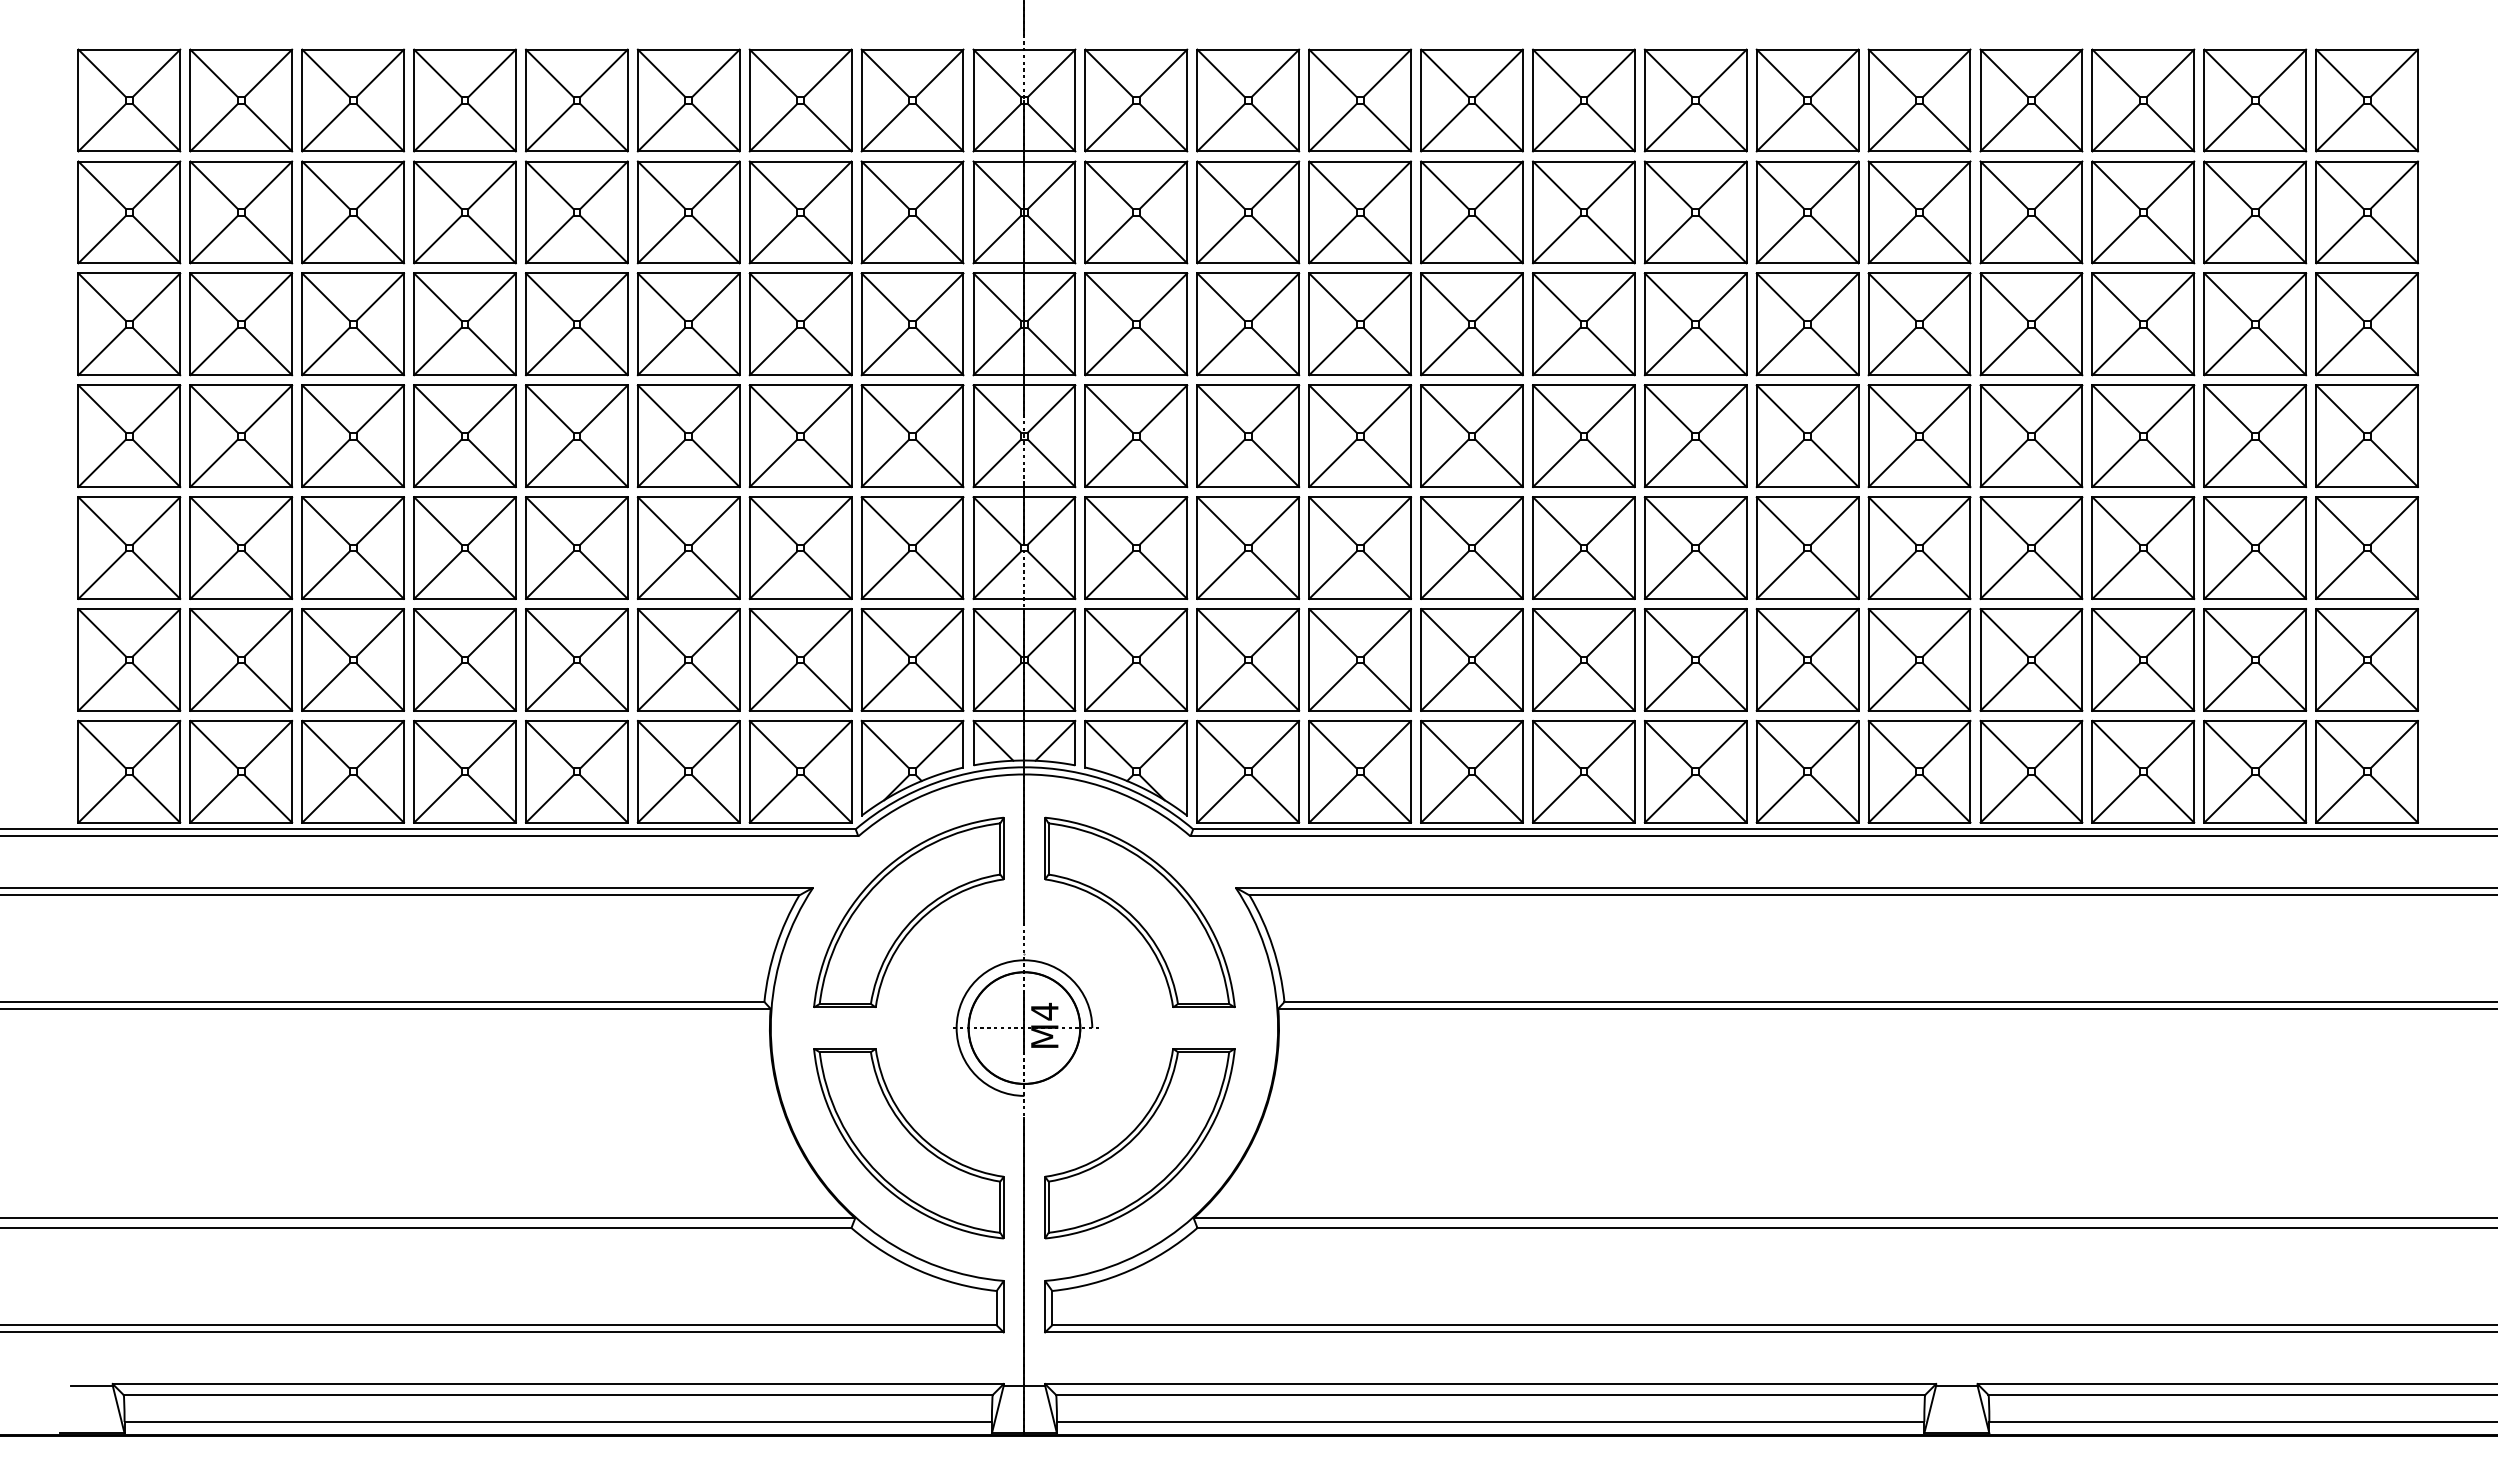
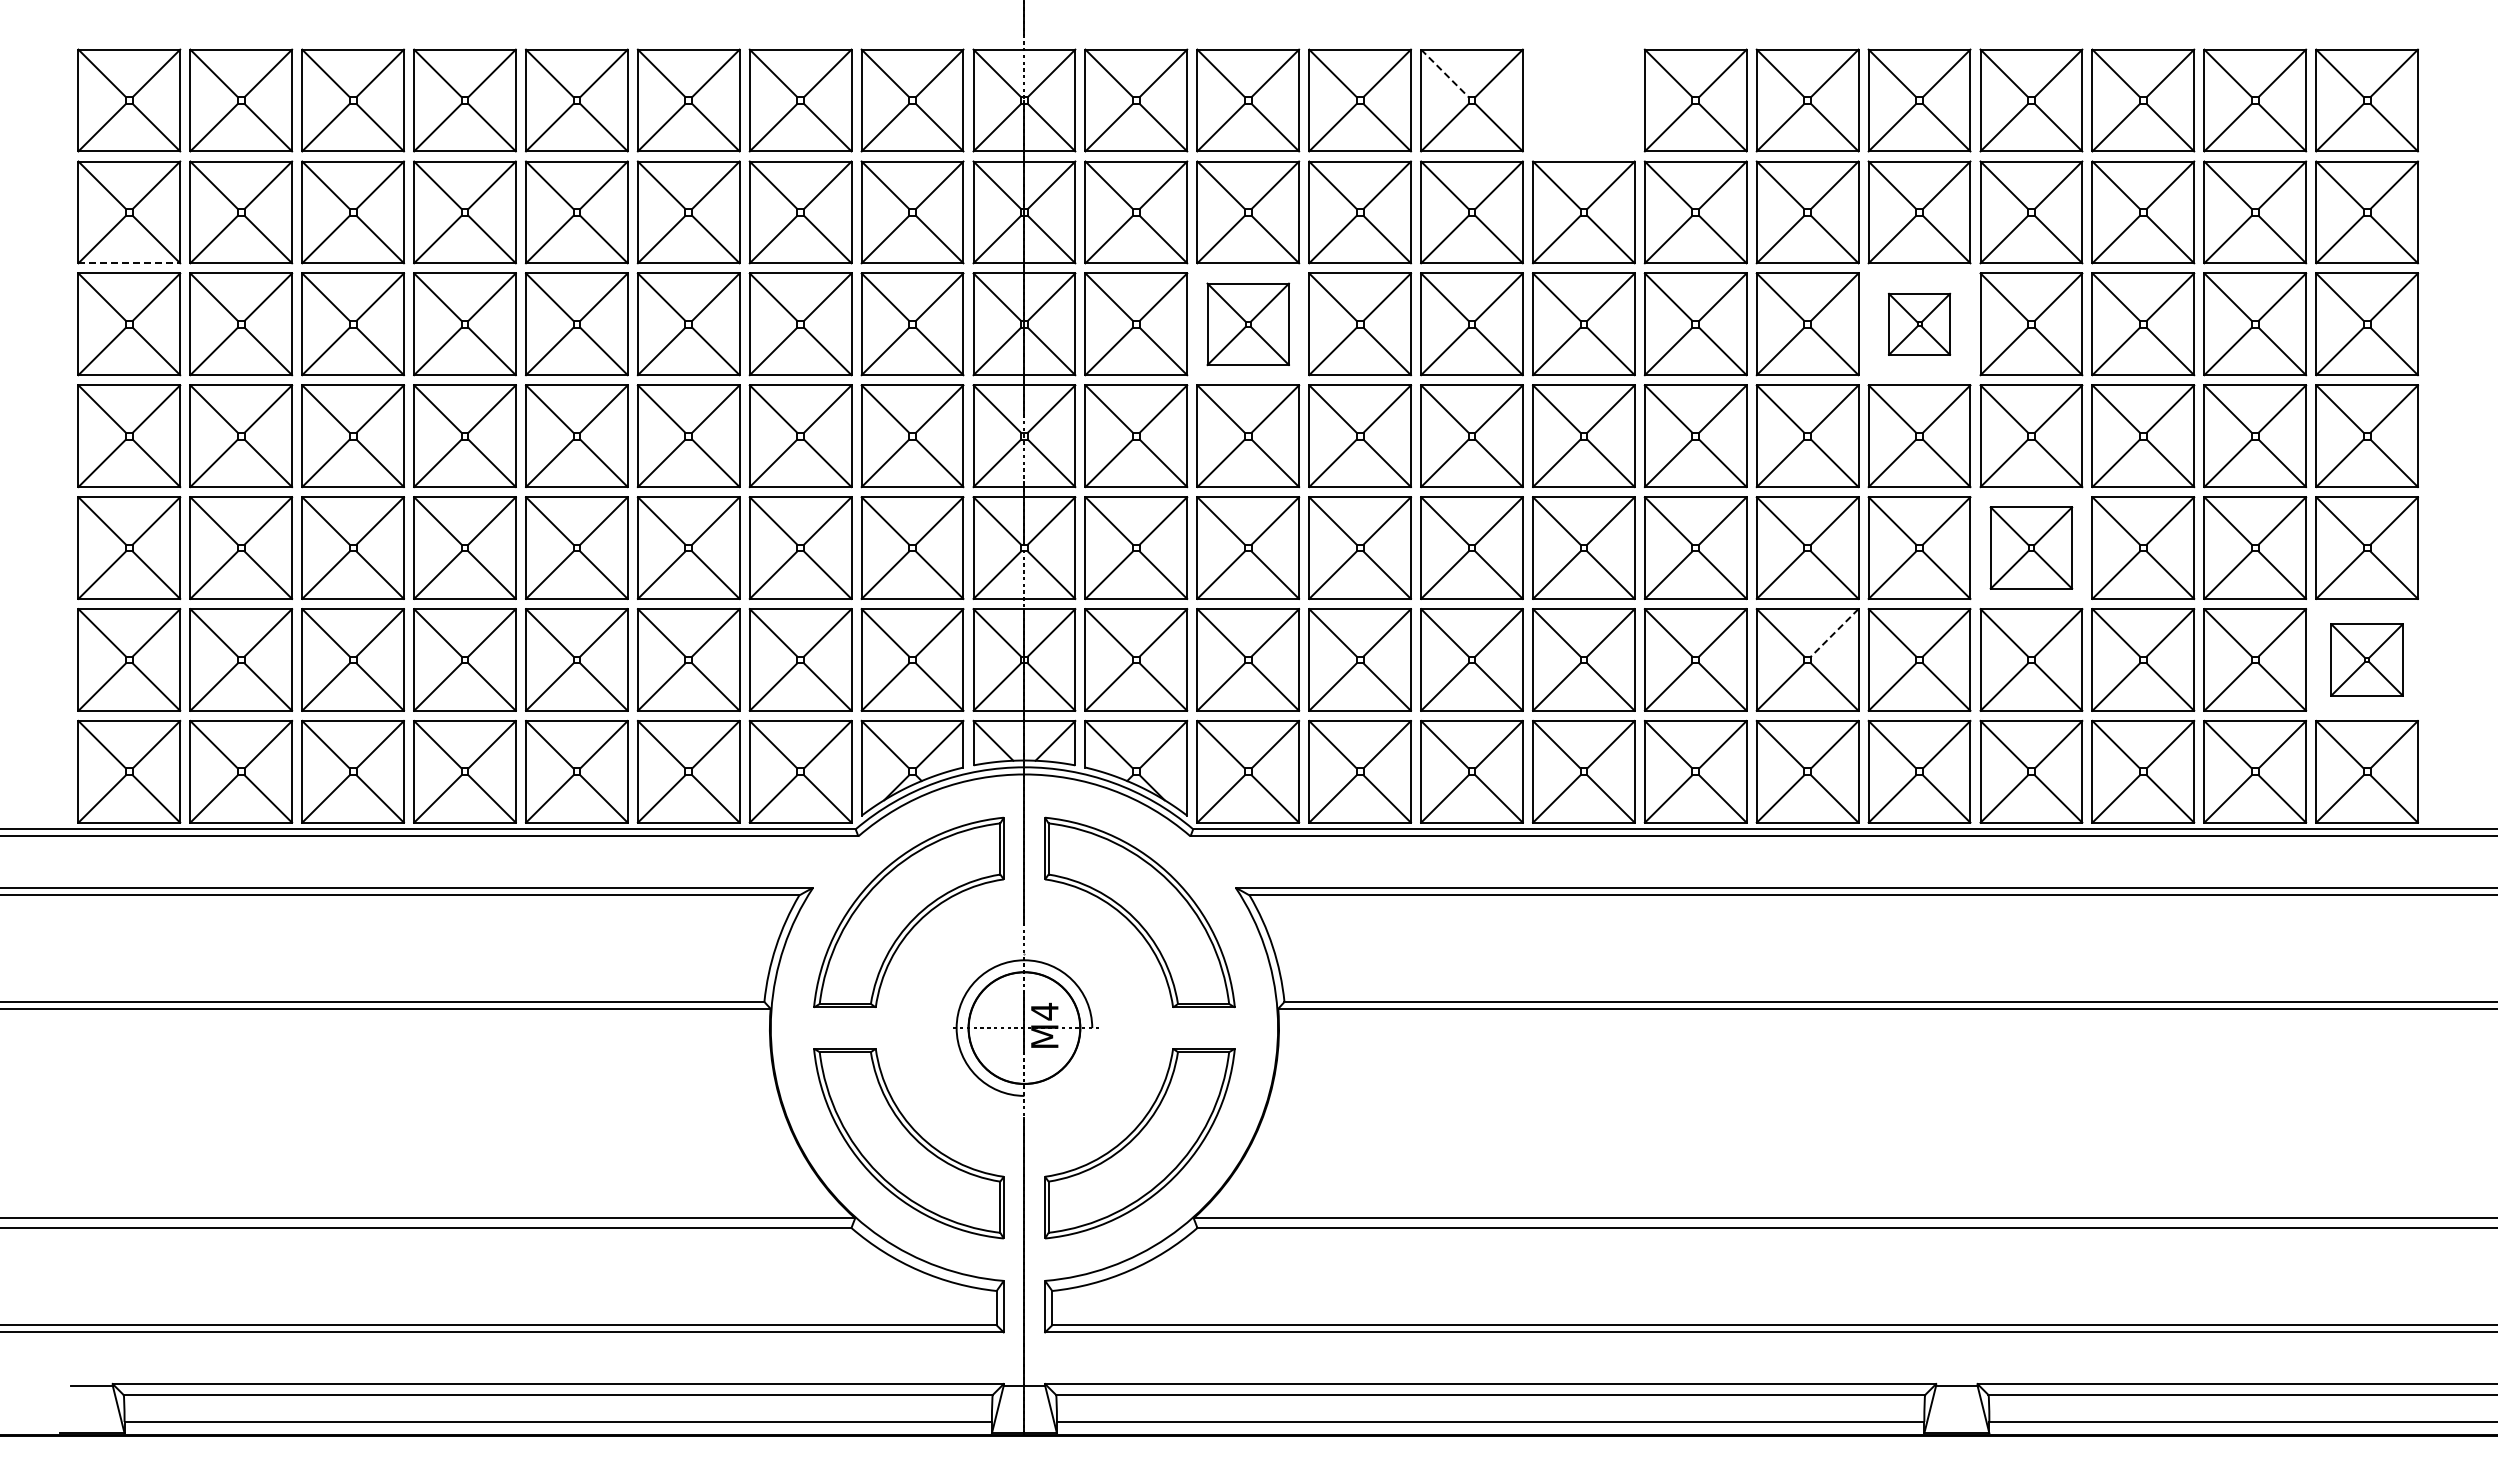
line at (1444, 73): solid -> dashed
part at (1583, 100): present -> none
line at (129, 263): solid -> dashed
part at (1248, 324) size: 105x105 px -> 84x85 px
part at (1919, 324) size: 105x105 px -> 64x64 px
part at (2031, 547) size: 105x104 px -> 85x84 px
line at (1834, 632): solid -> dashed
part at (2366, 659) size: 104x104 px -> 74x74 px
